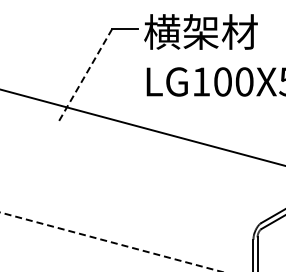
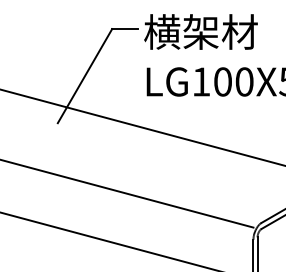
line at (84, 76): dashed -> solid
line at (127, 193): none -> present
line at (111, 242): dashed -> solid
